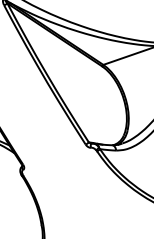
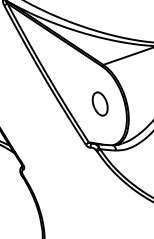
part at (99, 103): none -> present
